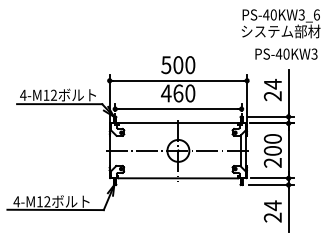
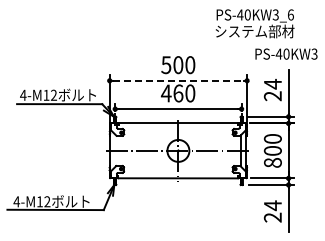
text at (281, 23) position: (281, 23) -> (255, 23)
line at (178, 80): solid -> dashed
text at (272, 162): 200 -> 800
